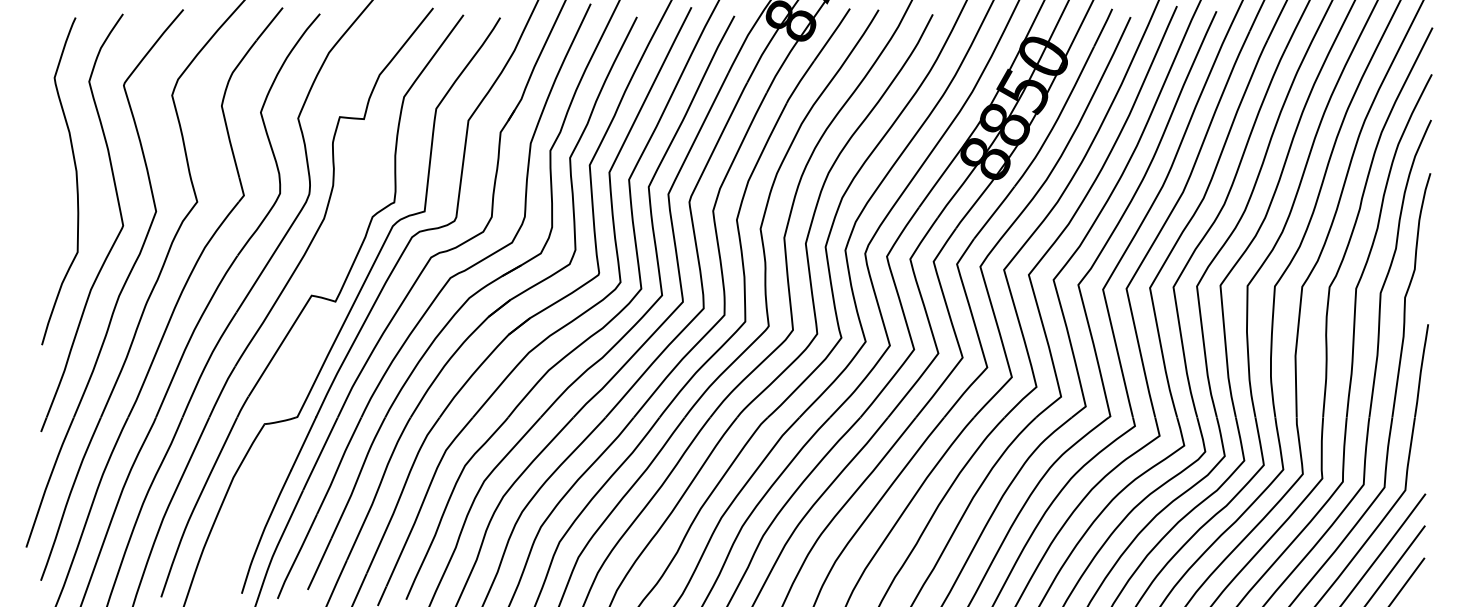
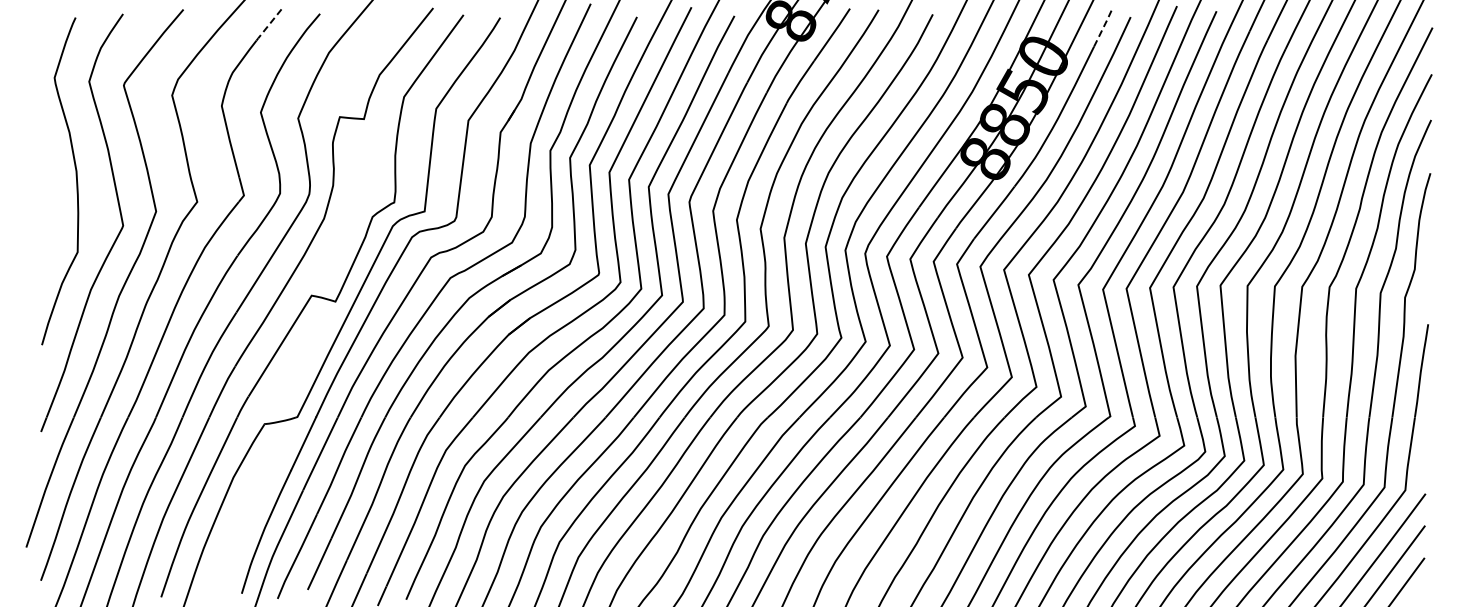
line at (269, 24): solid -> dashed
line at (1103, 27): solid -> dashed
